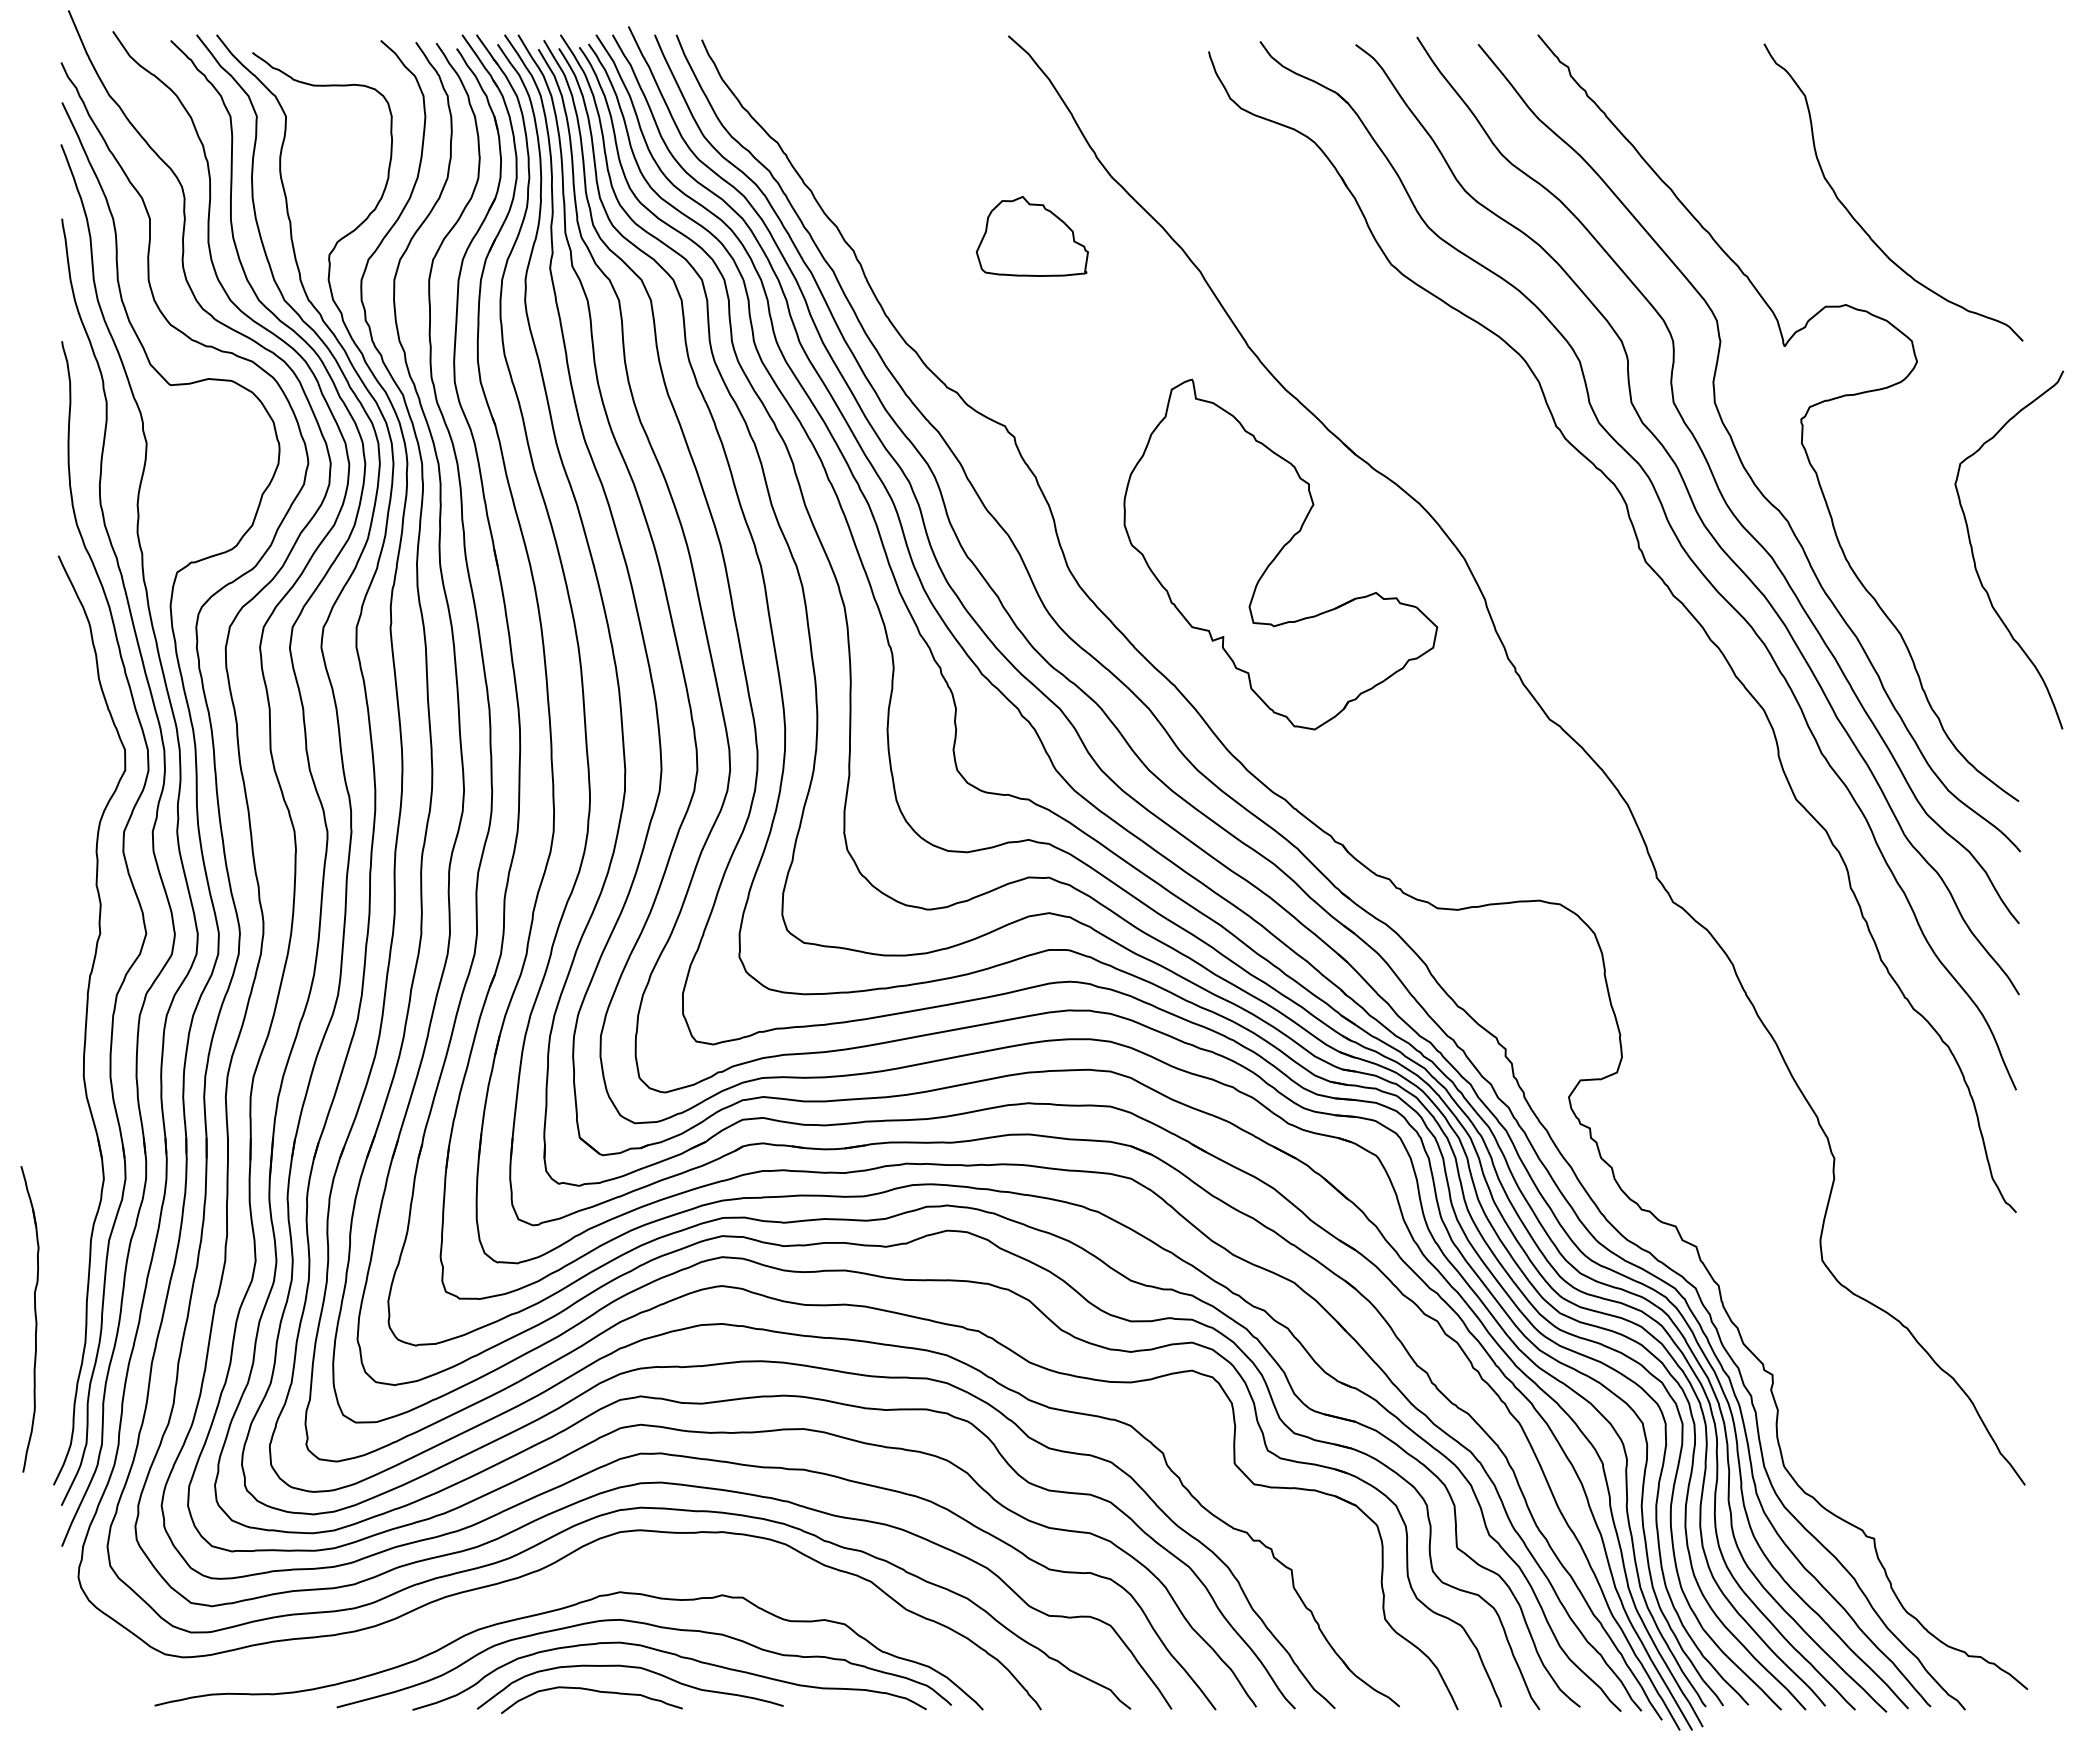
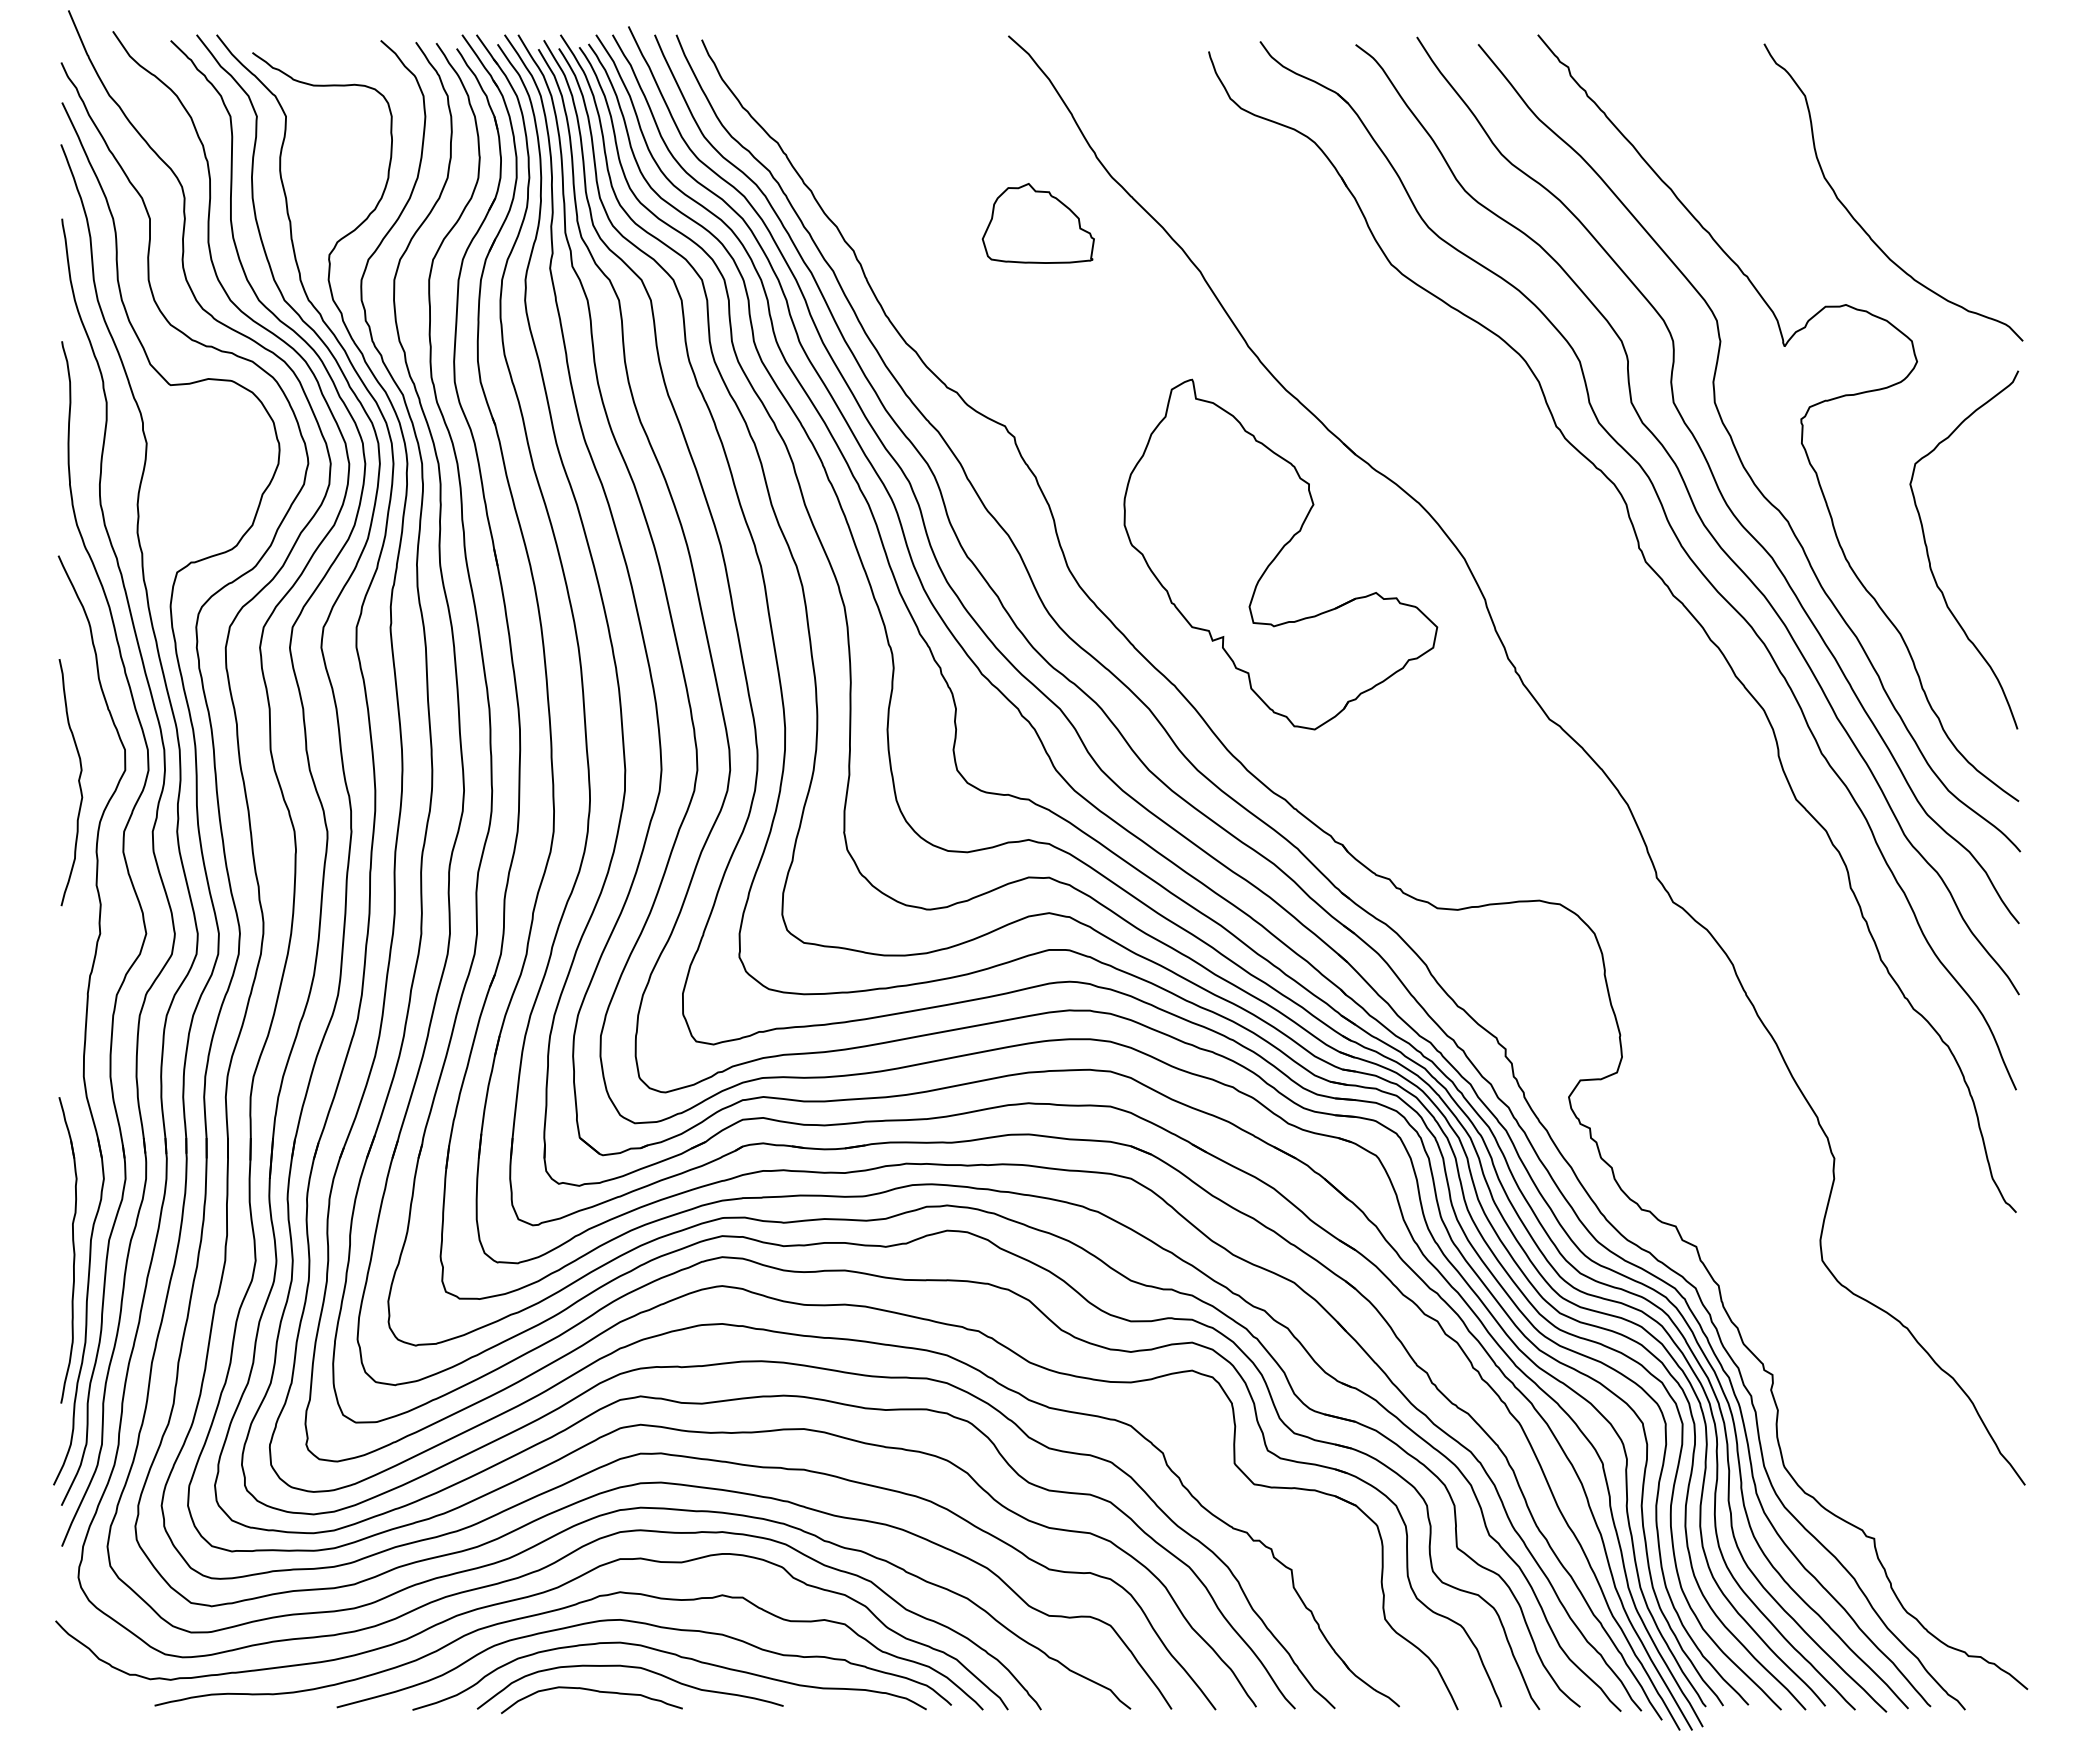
part at (1031, 236) position: (1031, 236) -> (1037, 223)
curve at (1974, 556) position: (1974, 556) -> (1929, 556)
curve at (78, 782): none -> present
part at (29, 1319) position: (29, 1319) -> (67, 1250)
curve at (522, 1599): none -> present
